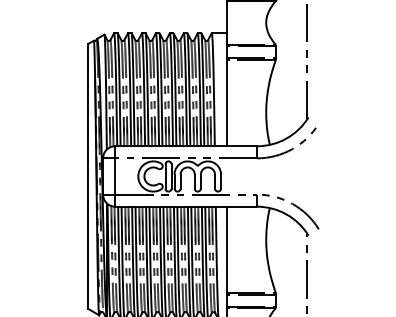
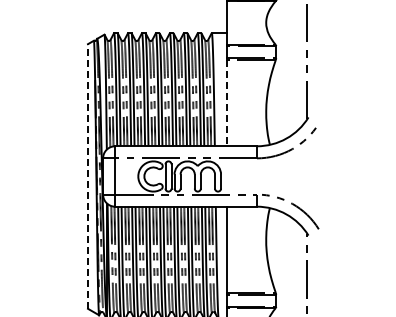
line at (226, 103): solid -> dashed
line at (88, 176): solid -> dashed
